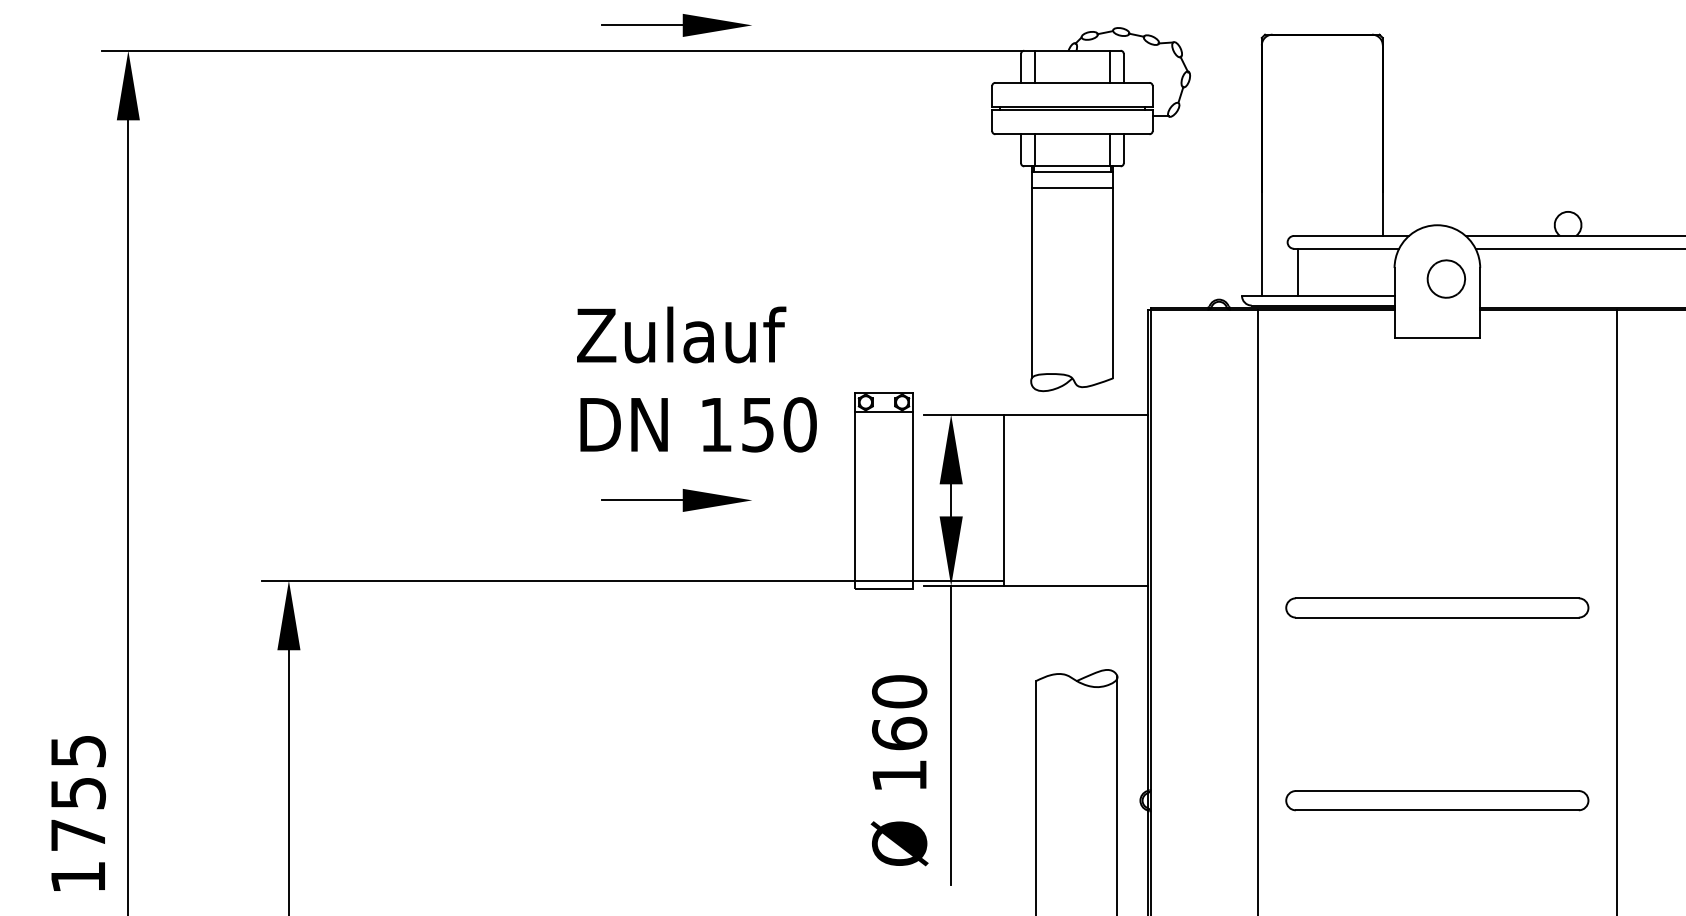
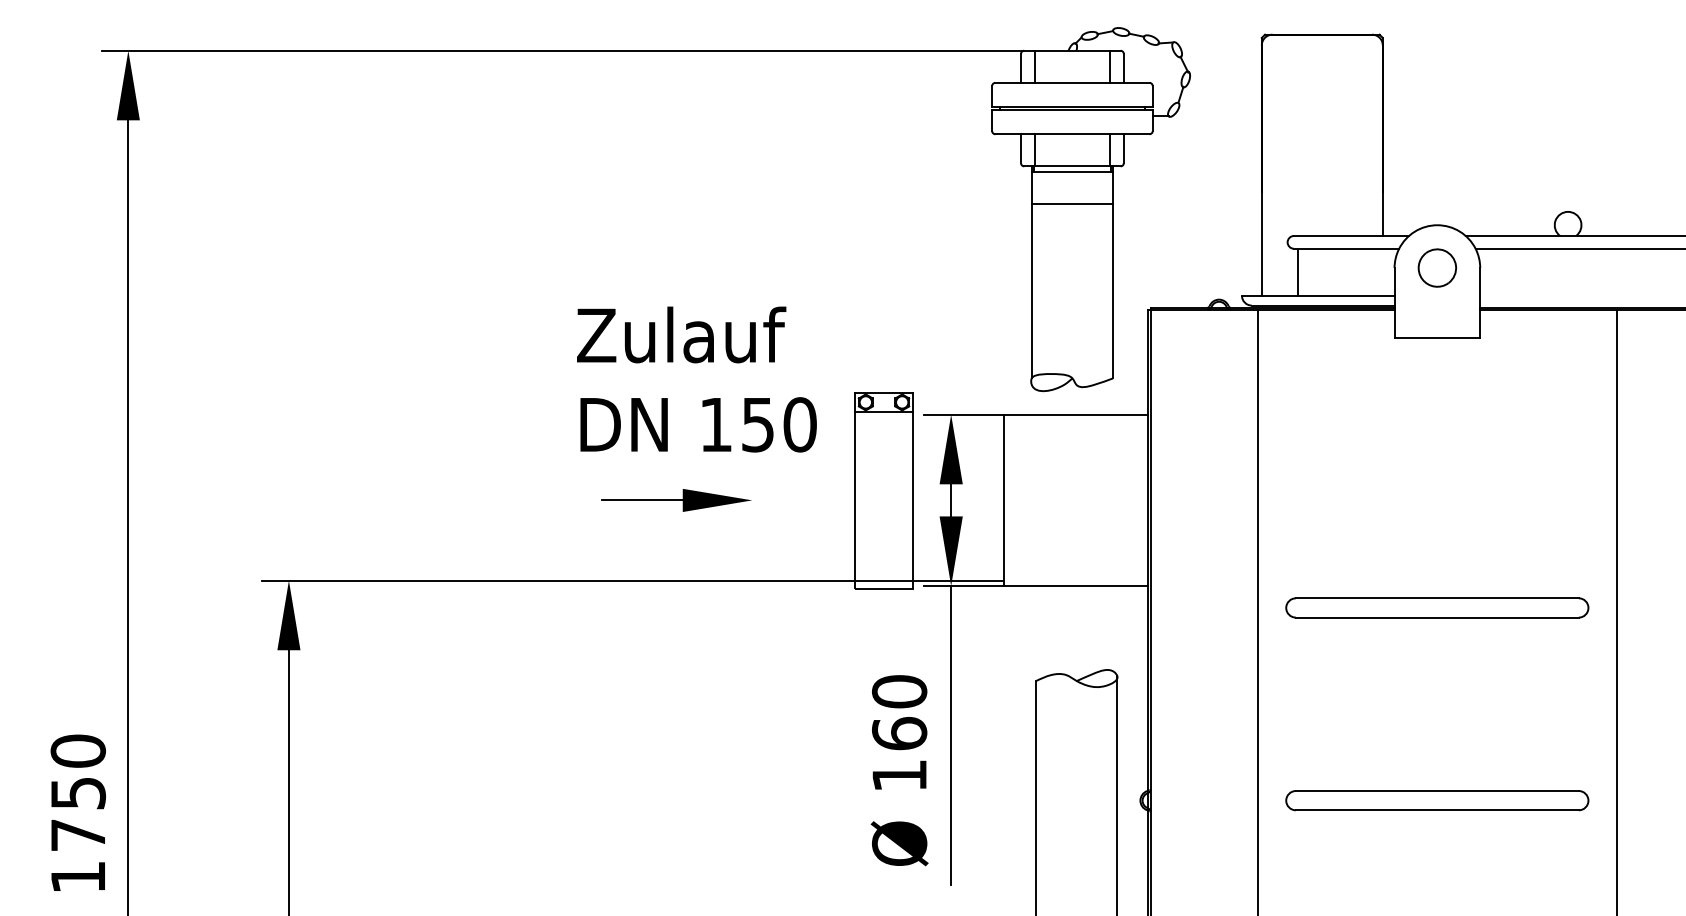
part at (676, 25): present -> none
line at (1072, 187) position: (1072, 187) -> (1072, 203)
part at (1446, 278) position: (1446, 278) -> (1437, 267)
text at (78, 750): 1755 -> 1750
